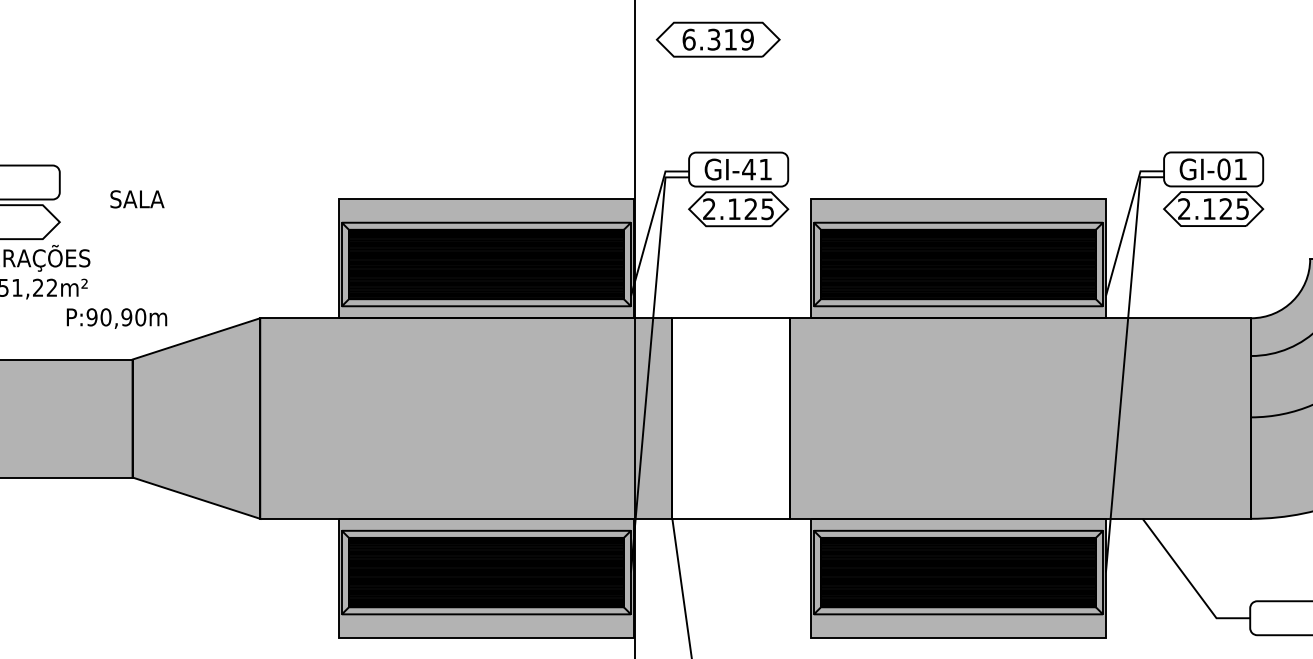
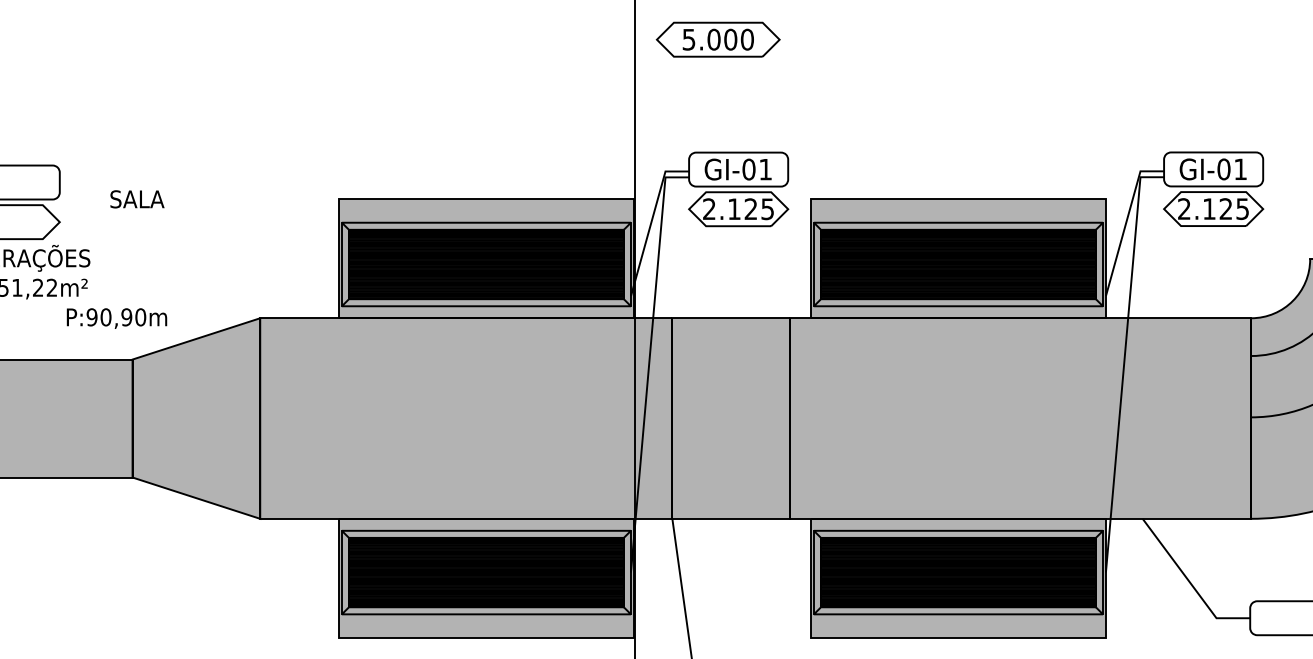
text at (717, 39): 6.319 -> 5.000
text at (748, 169): GI-41 -> GI-01
fill at (731, 418): none -> present
